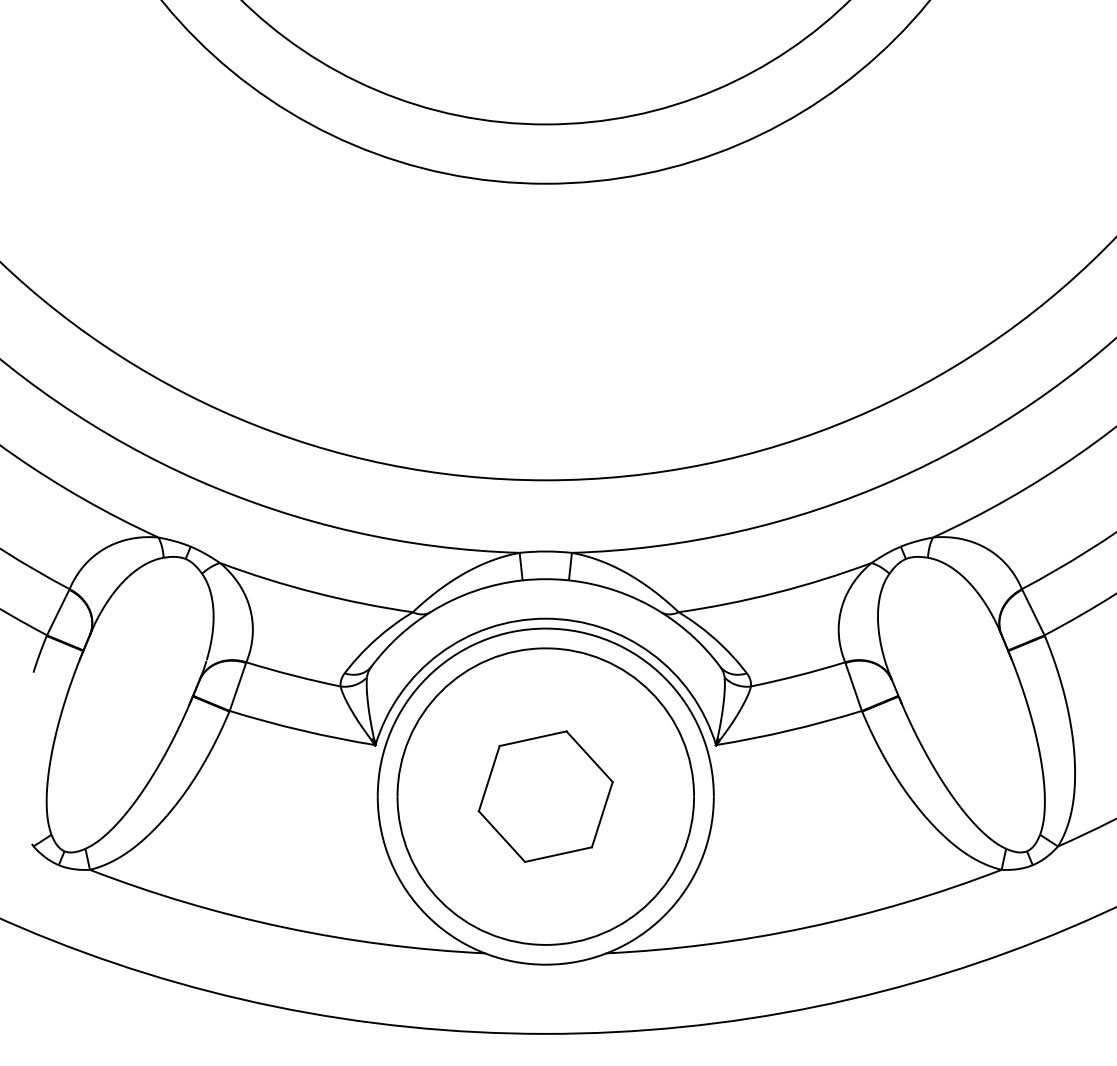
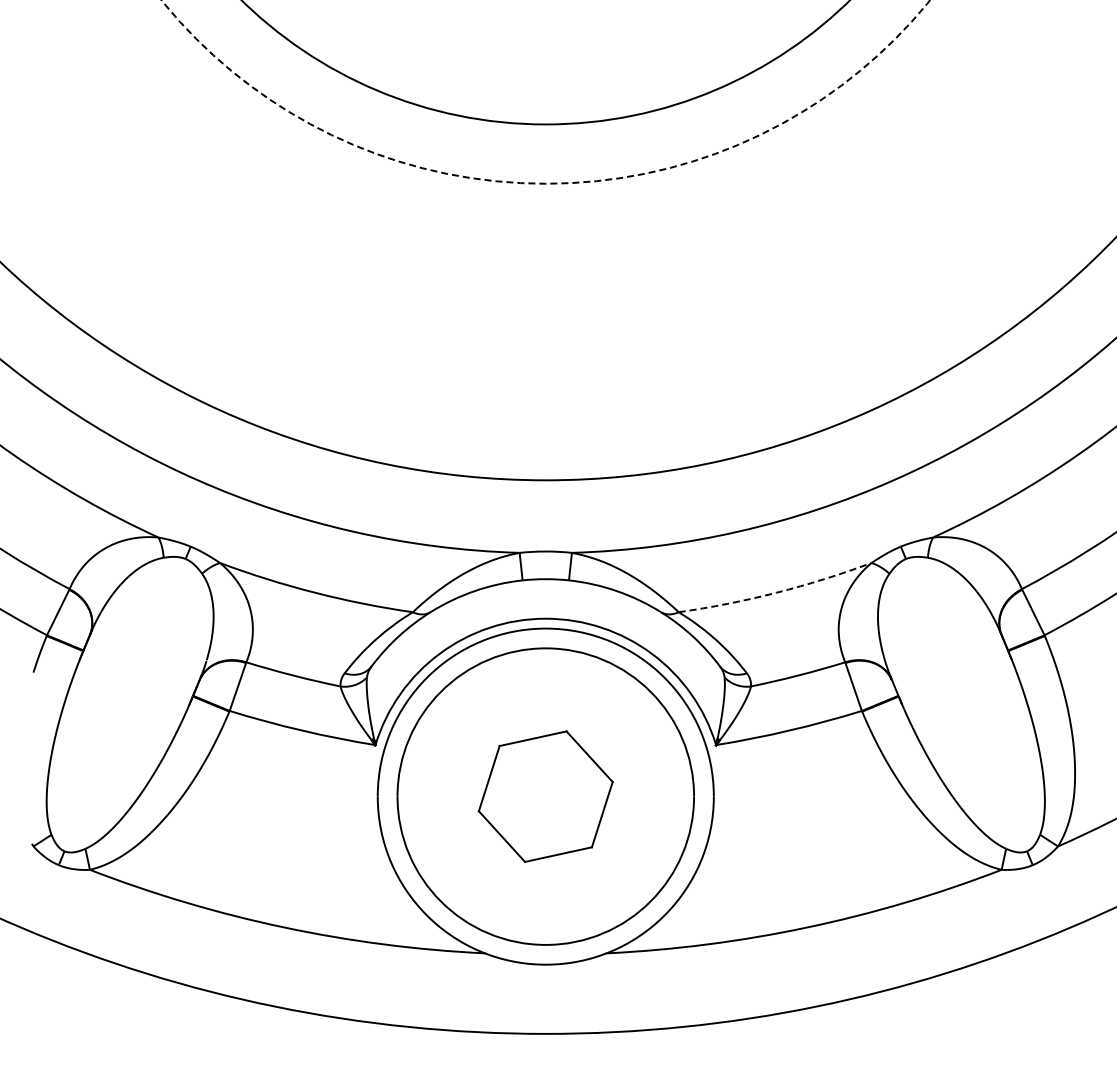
arc at (545, 183): solid -> dashed
arc at (776, 592): solid -> dashed
